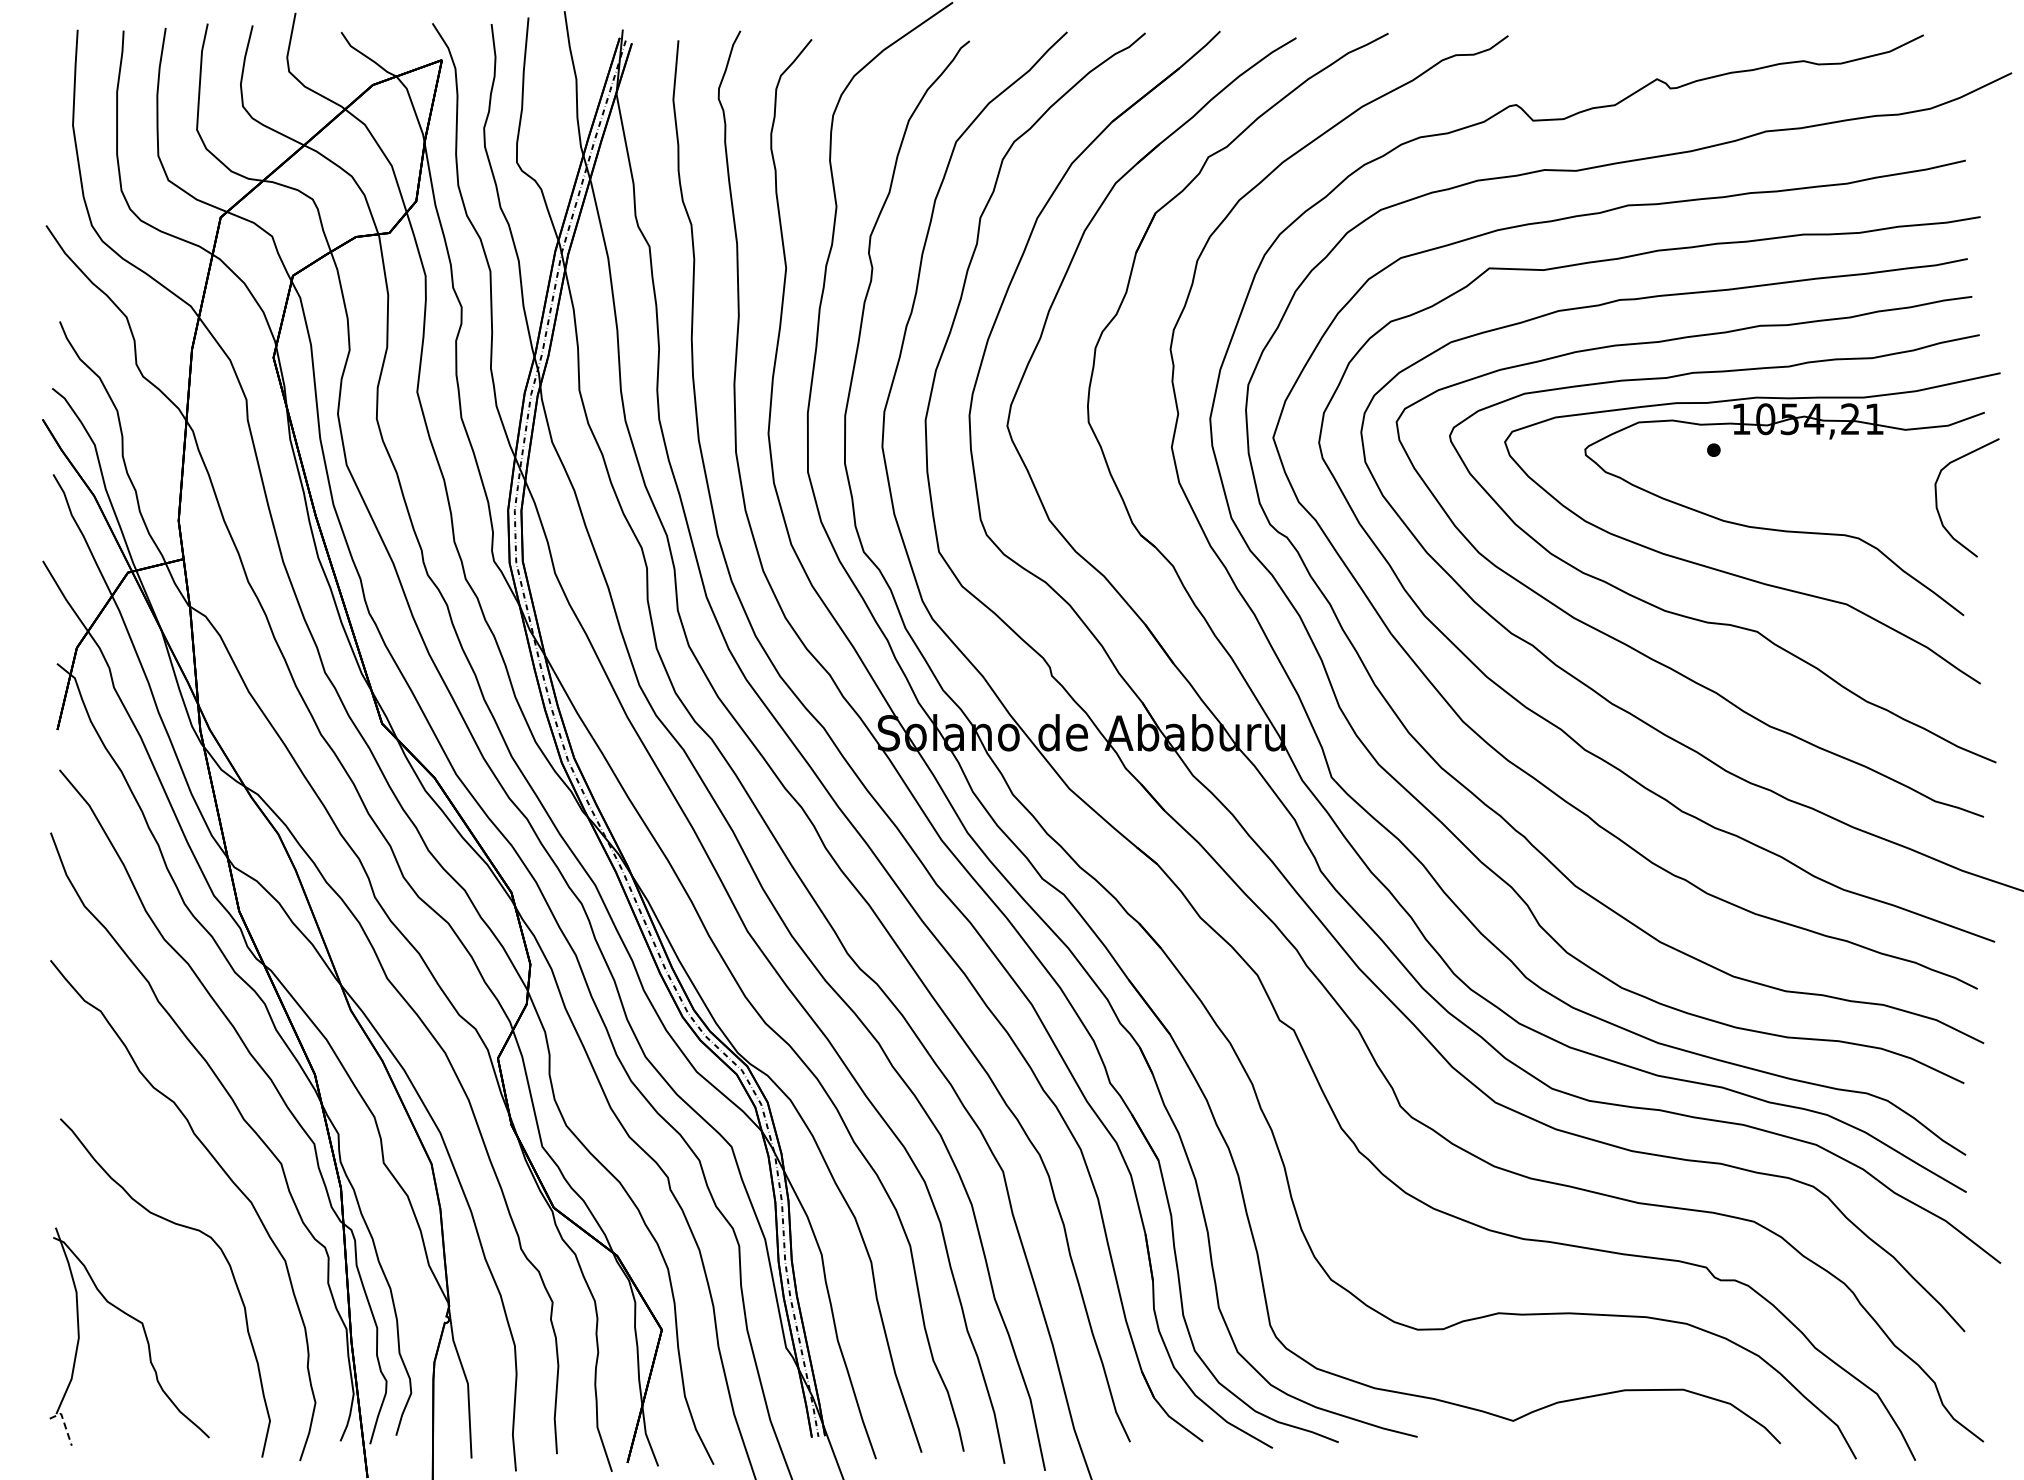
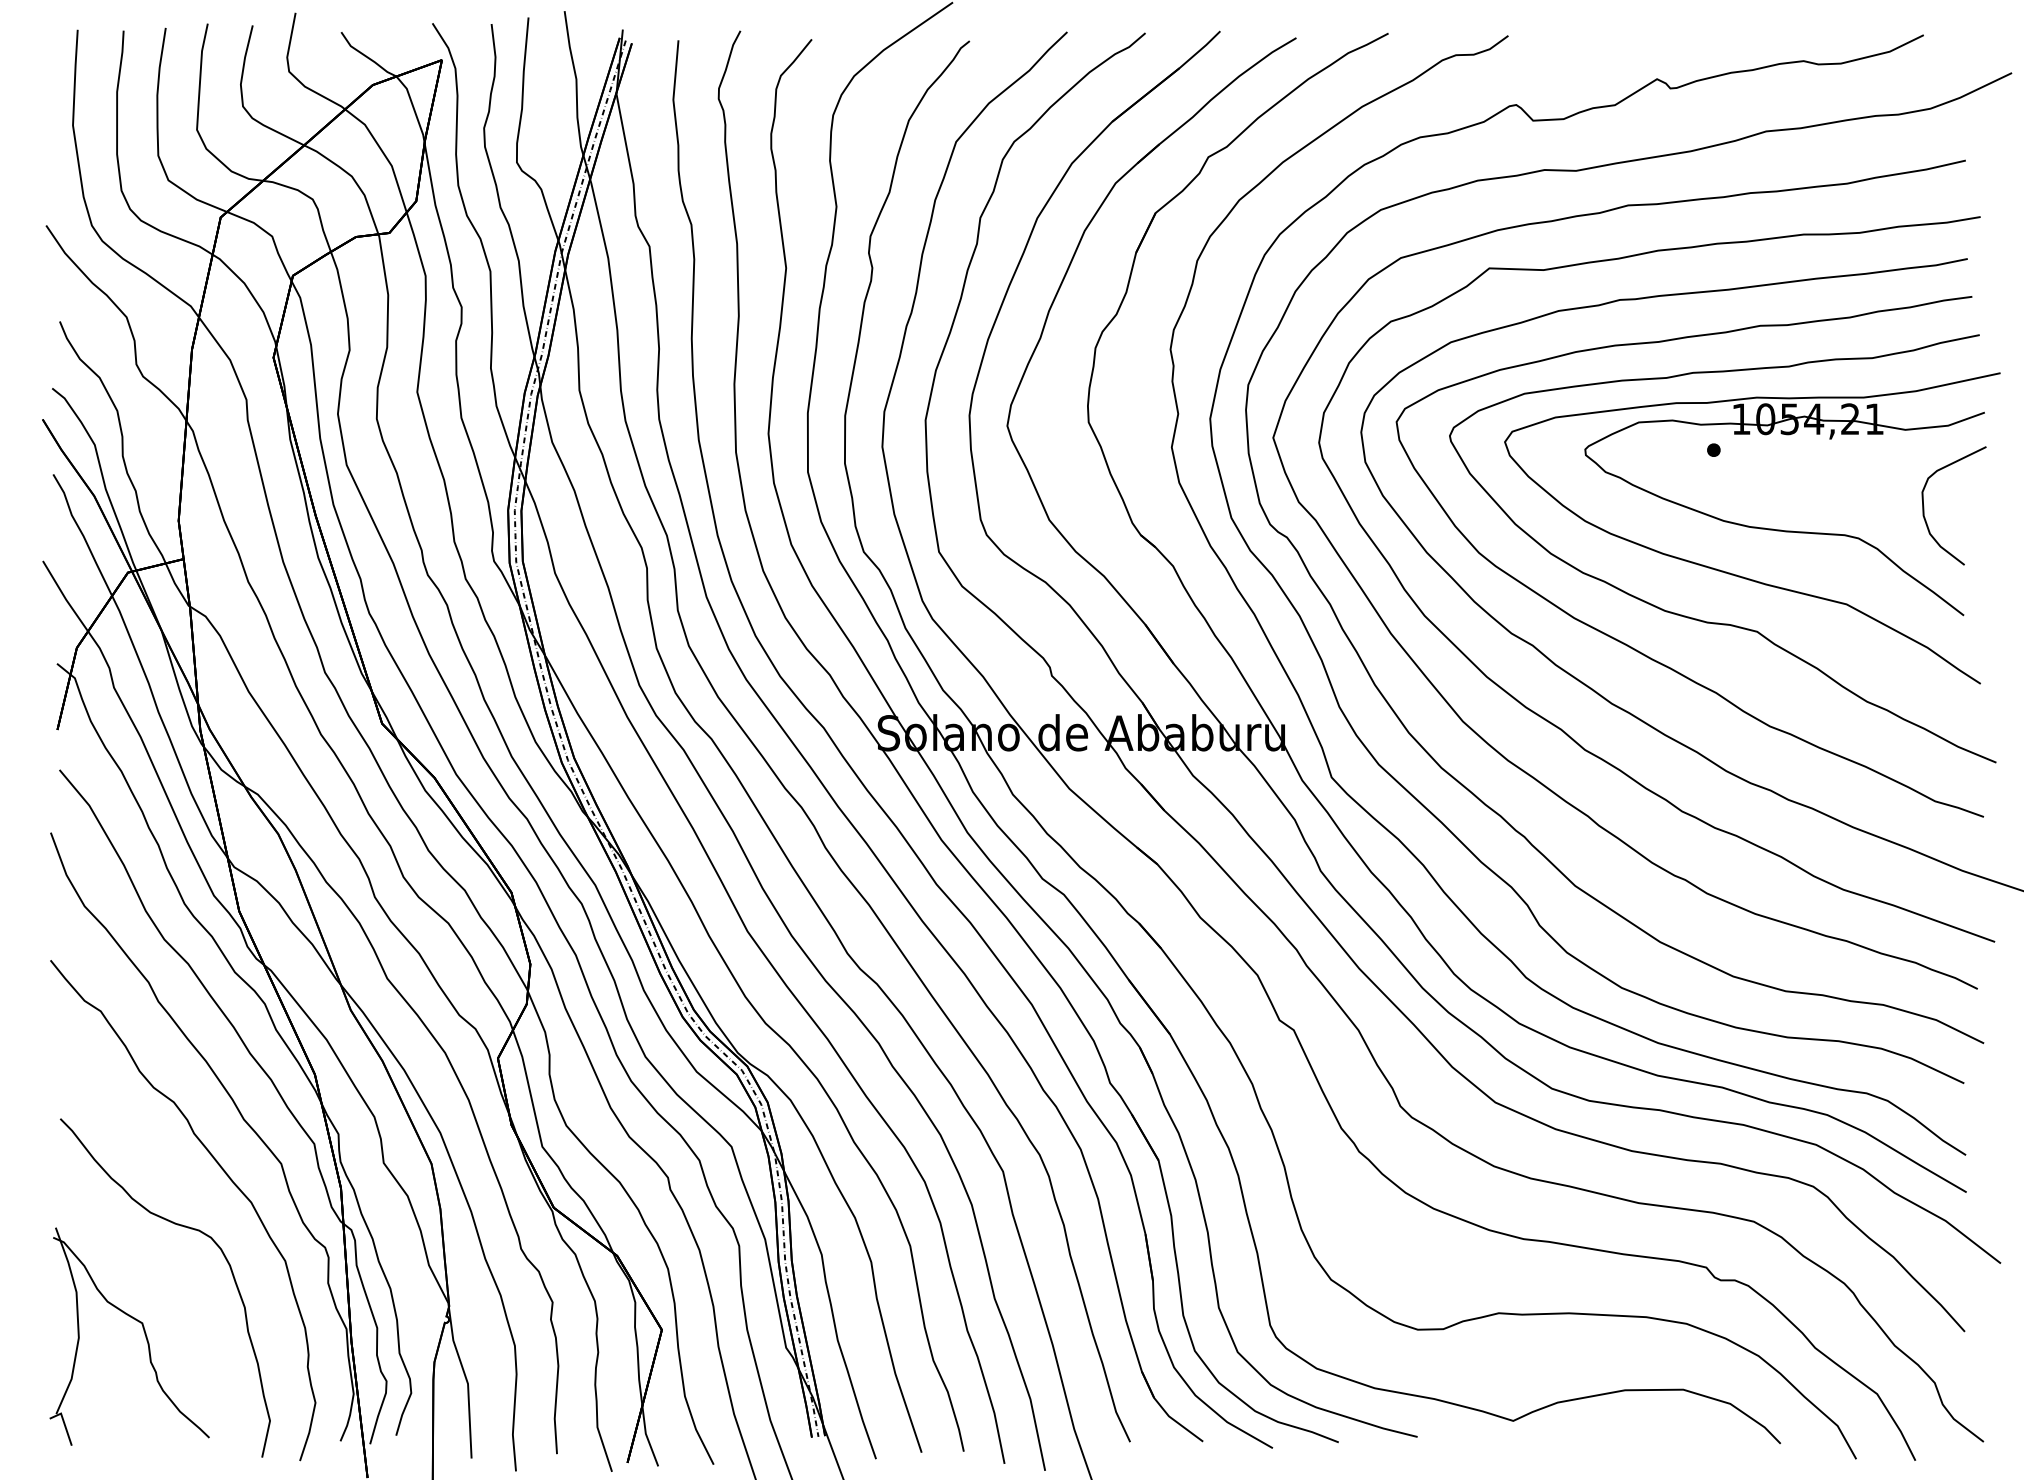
curve at (1937, 498) position: (1937, 498) -> (1924, 506)
line at (64, 1423): dashed -> solid
